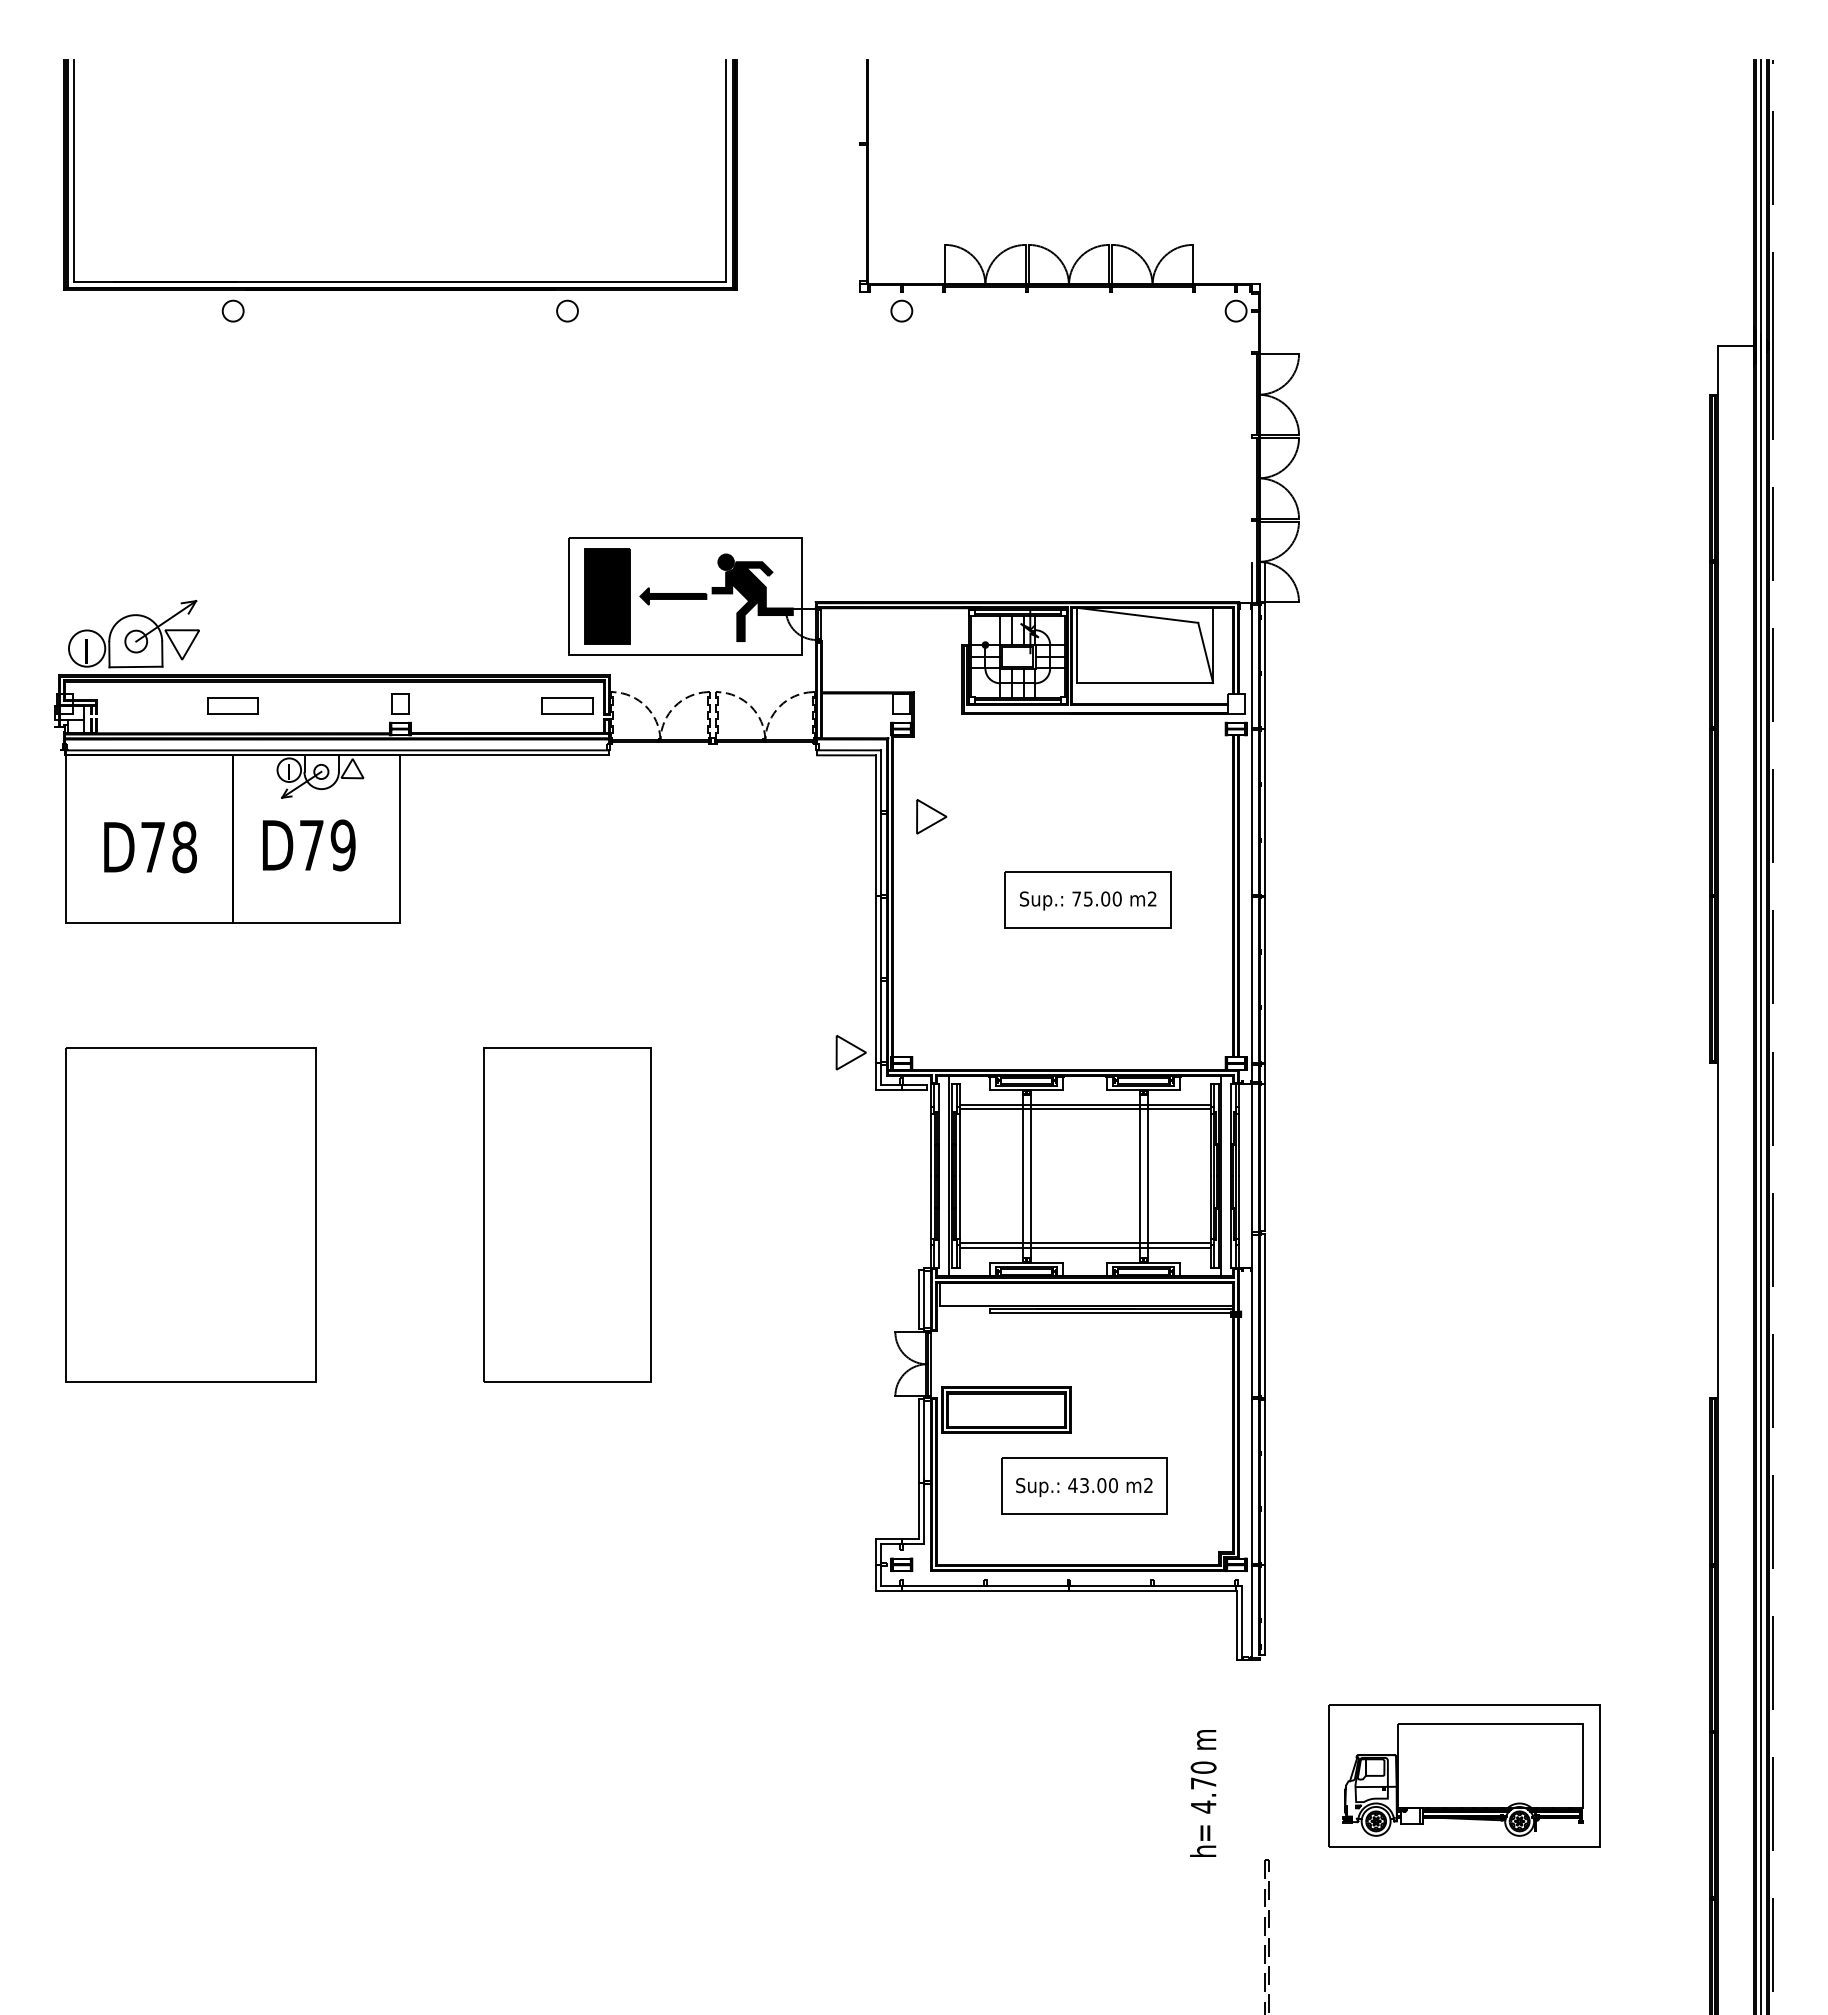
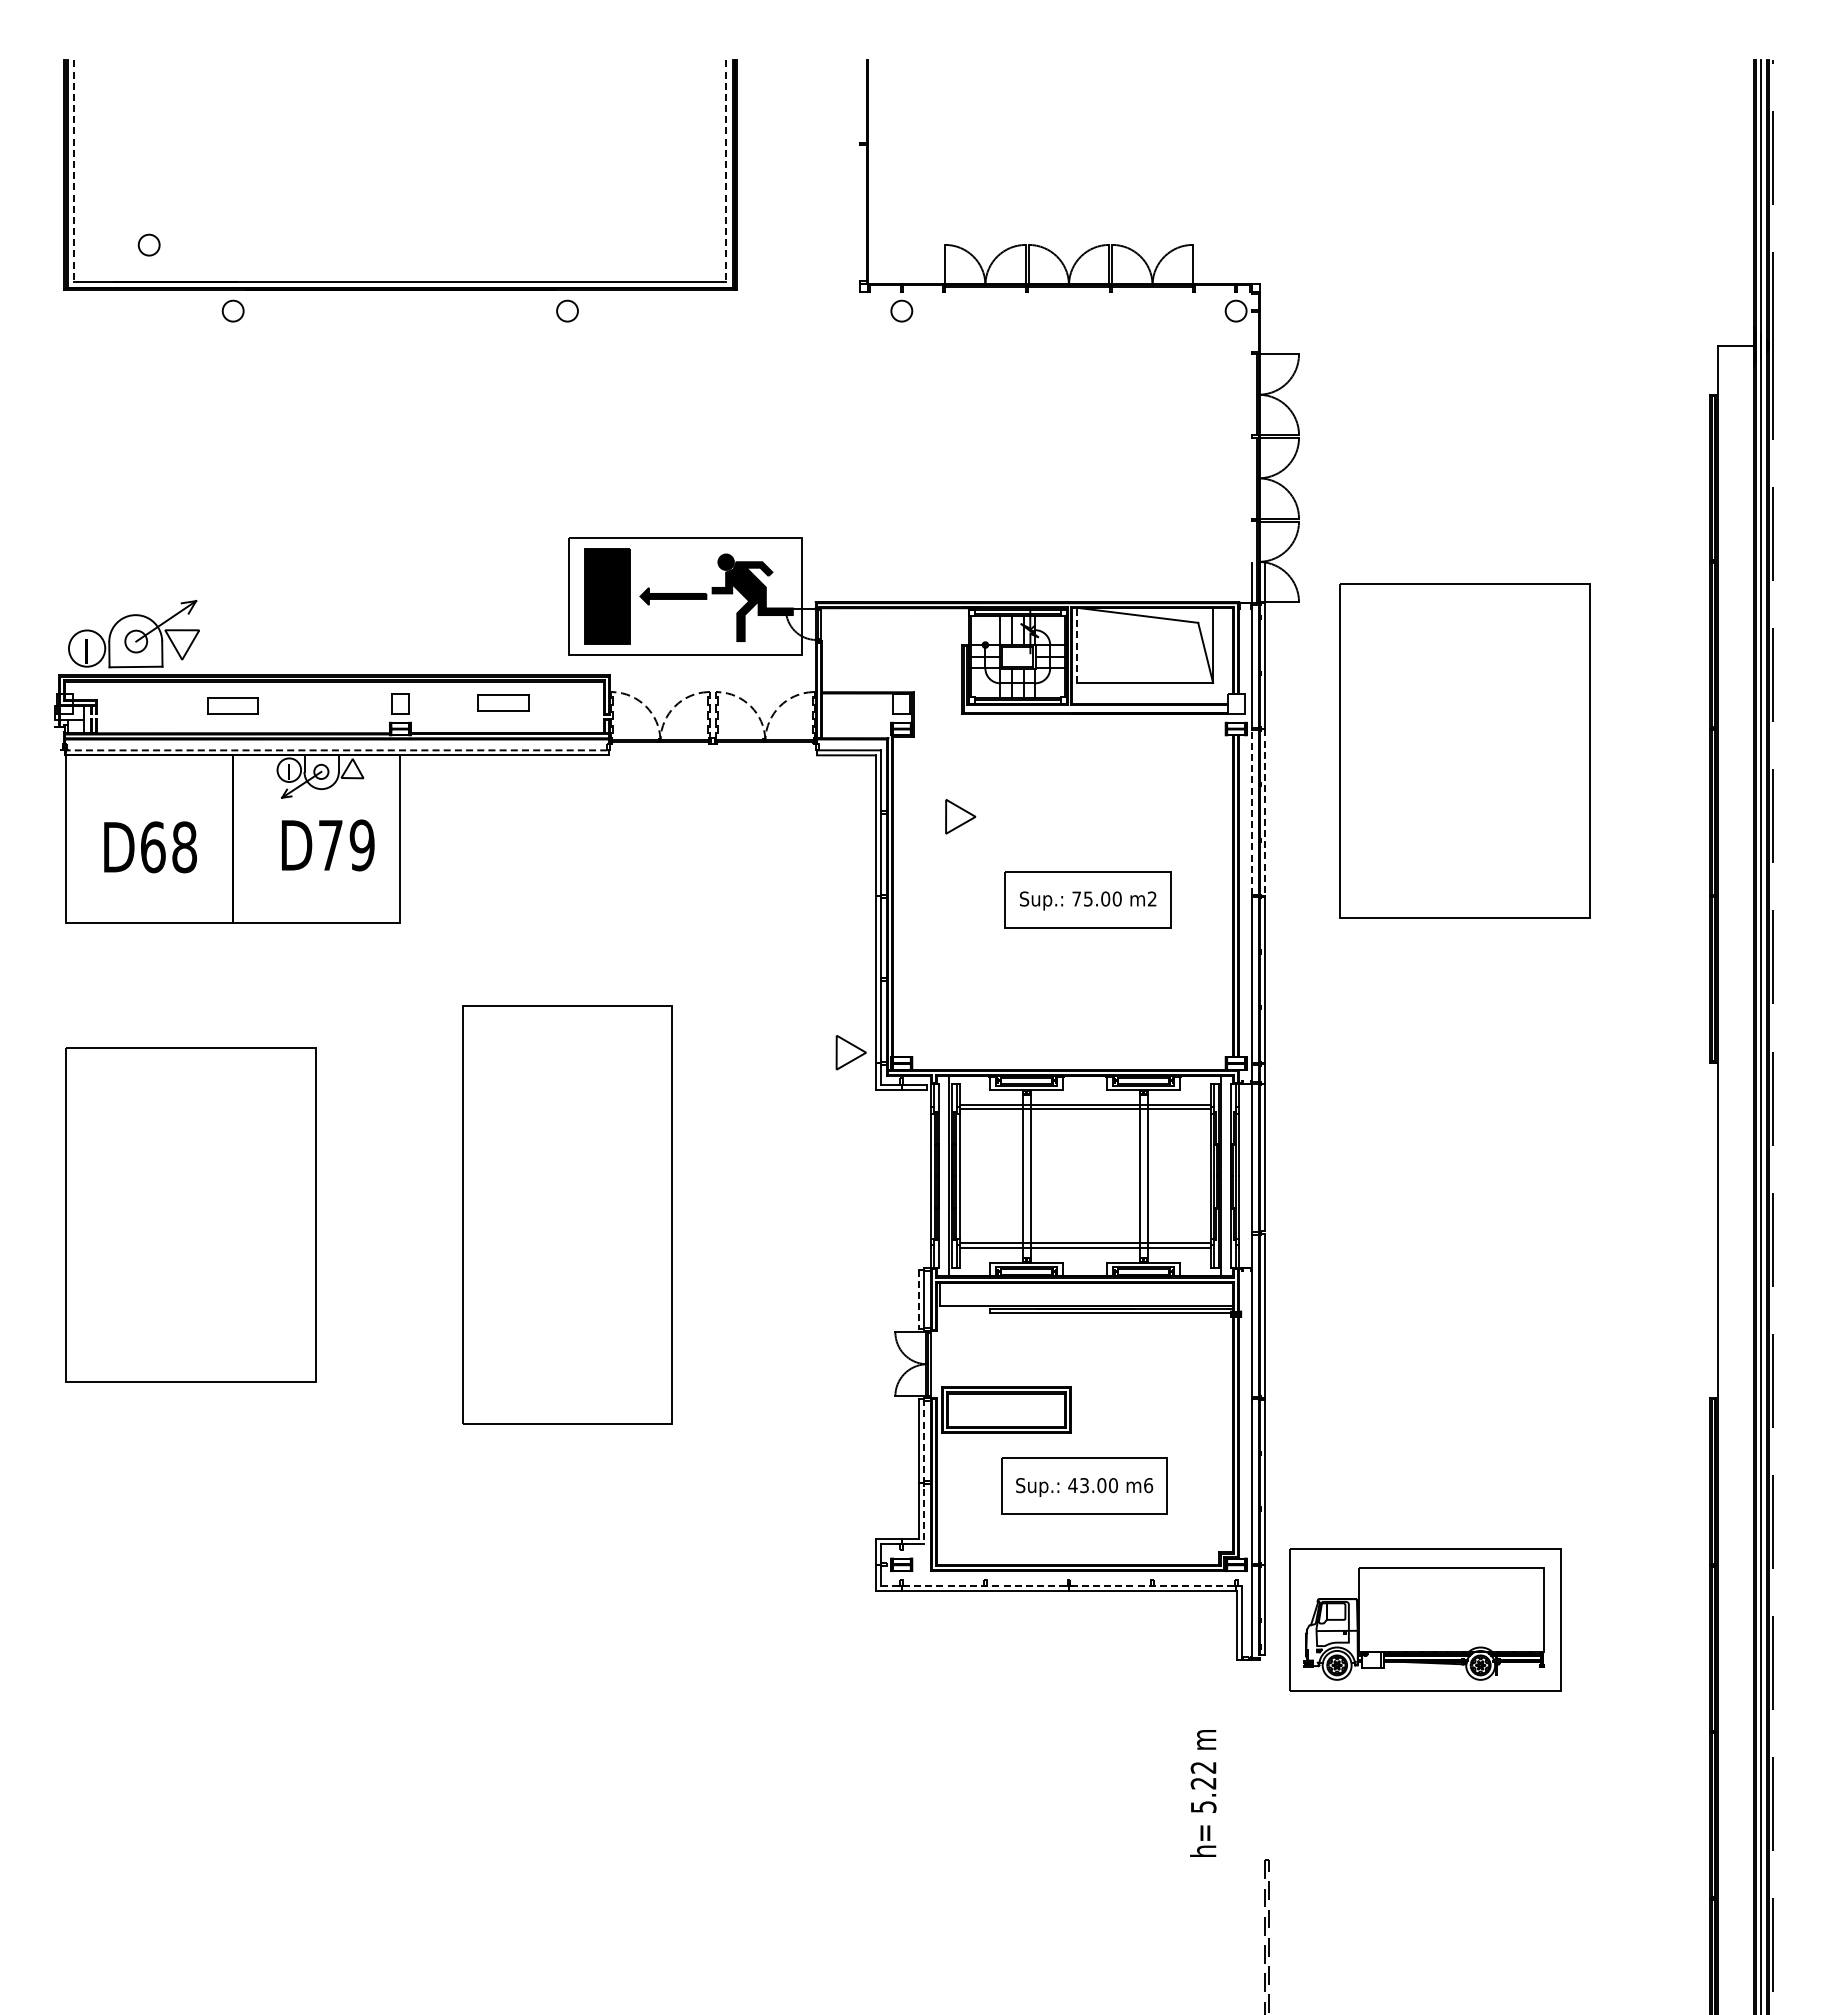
line at (74, 171): solid -> dashed
line at (726, 171): solid -> dashed
circle at (148, 244): none -> present
line at (1077, 645): solid -> dashed
part at (567, 705) position: (567, 705) -> (503, 702)
line at (336, 750): solid -> dashed
part at (1464, 750): none -> present
line at (1251, 812): solid -> dashed
line at (1264, 813): solid -> dashed
part at (931, 816) position: (931, 816) -> (960, 816)
text at (309, 845) position: (309, 845) -> (328, 845)
text at (153, 847): D78 -> D68
part at (567, 1214) size: 169x336 px -> 211x420 px
line at (919, 1299): solid -> dashed
line at (924, 1471): solid -> dashed
text at (1148, 1485): m2 -> m6
line at (1061, 1586): solid -> dashed
part at (1464, 1775) position: (1464, 1775) -> (1425, 1619)
text at (1203, 1787): 4.70 -> 5.22
